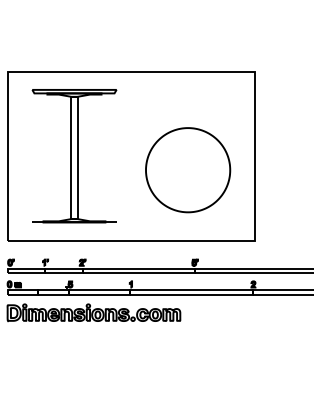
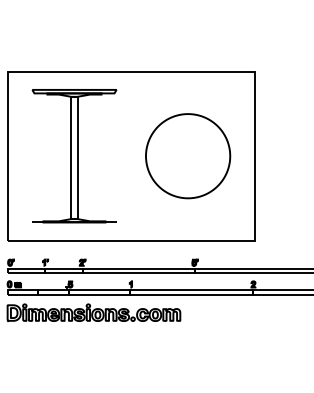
part at (188, 170) position: (188, 170) -> (188, 156)
